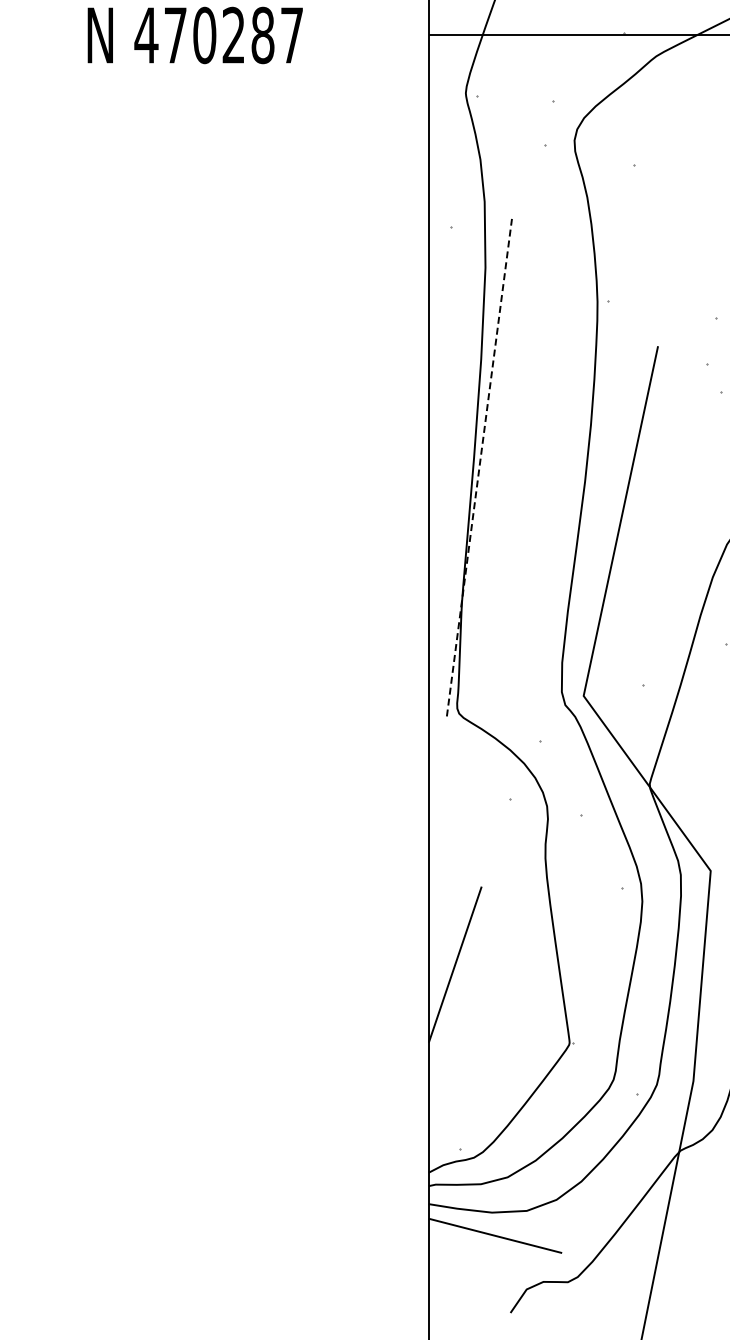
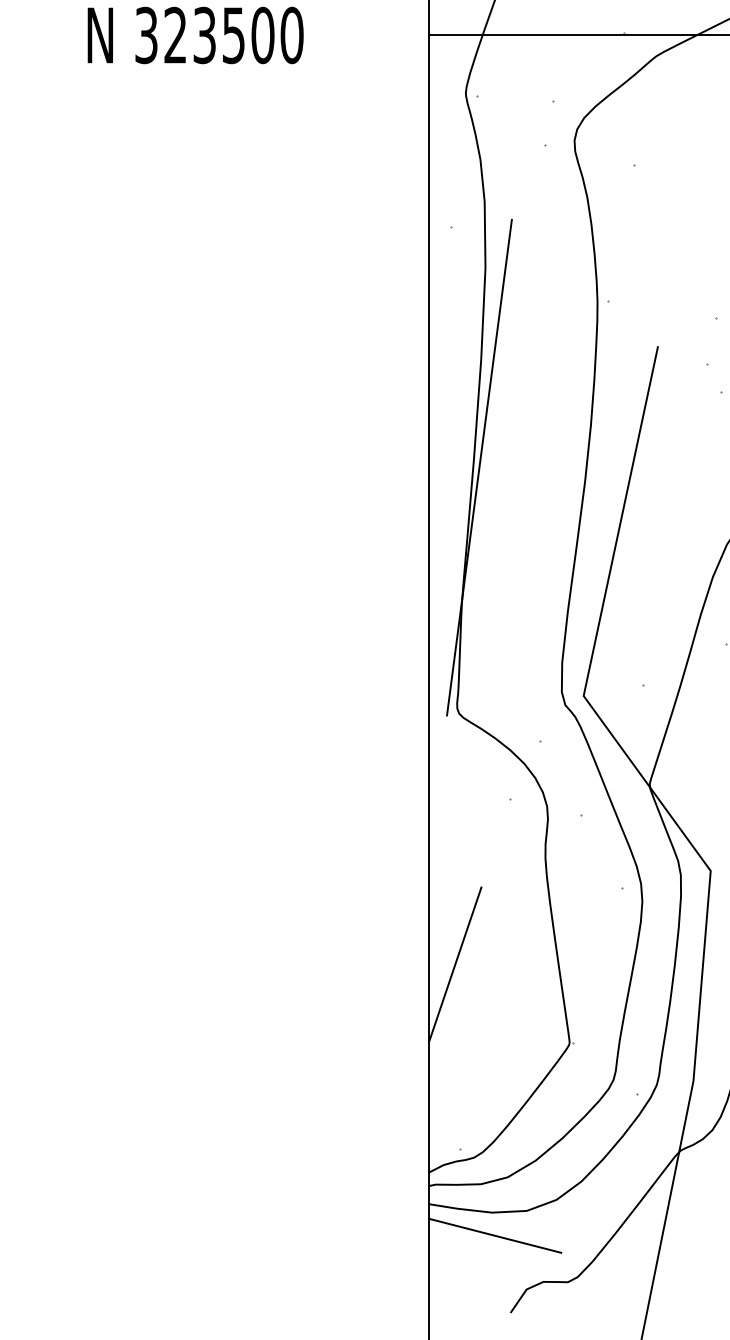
text at (218, 35): 470287 -> 323500
line at (479, 467): dashed -> solid
